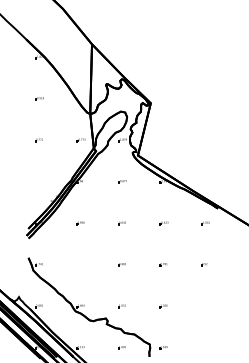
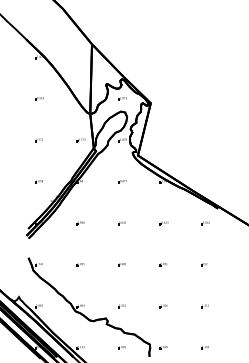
part at (122, 98): none -> present
part at (38, 181): none -> present
part at (80, 264): none -> present
part at (204, 306): none -> present
part at (204, 347): none -> present
